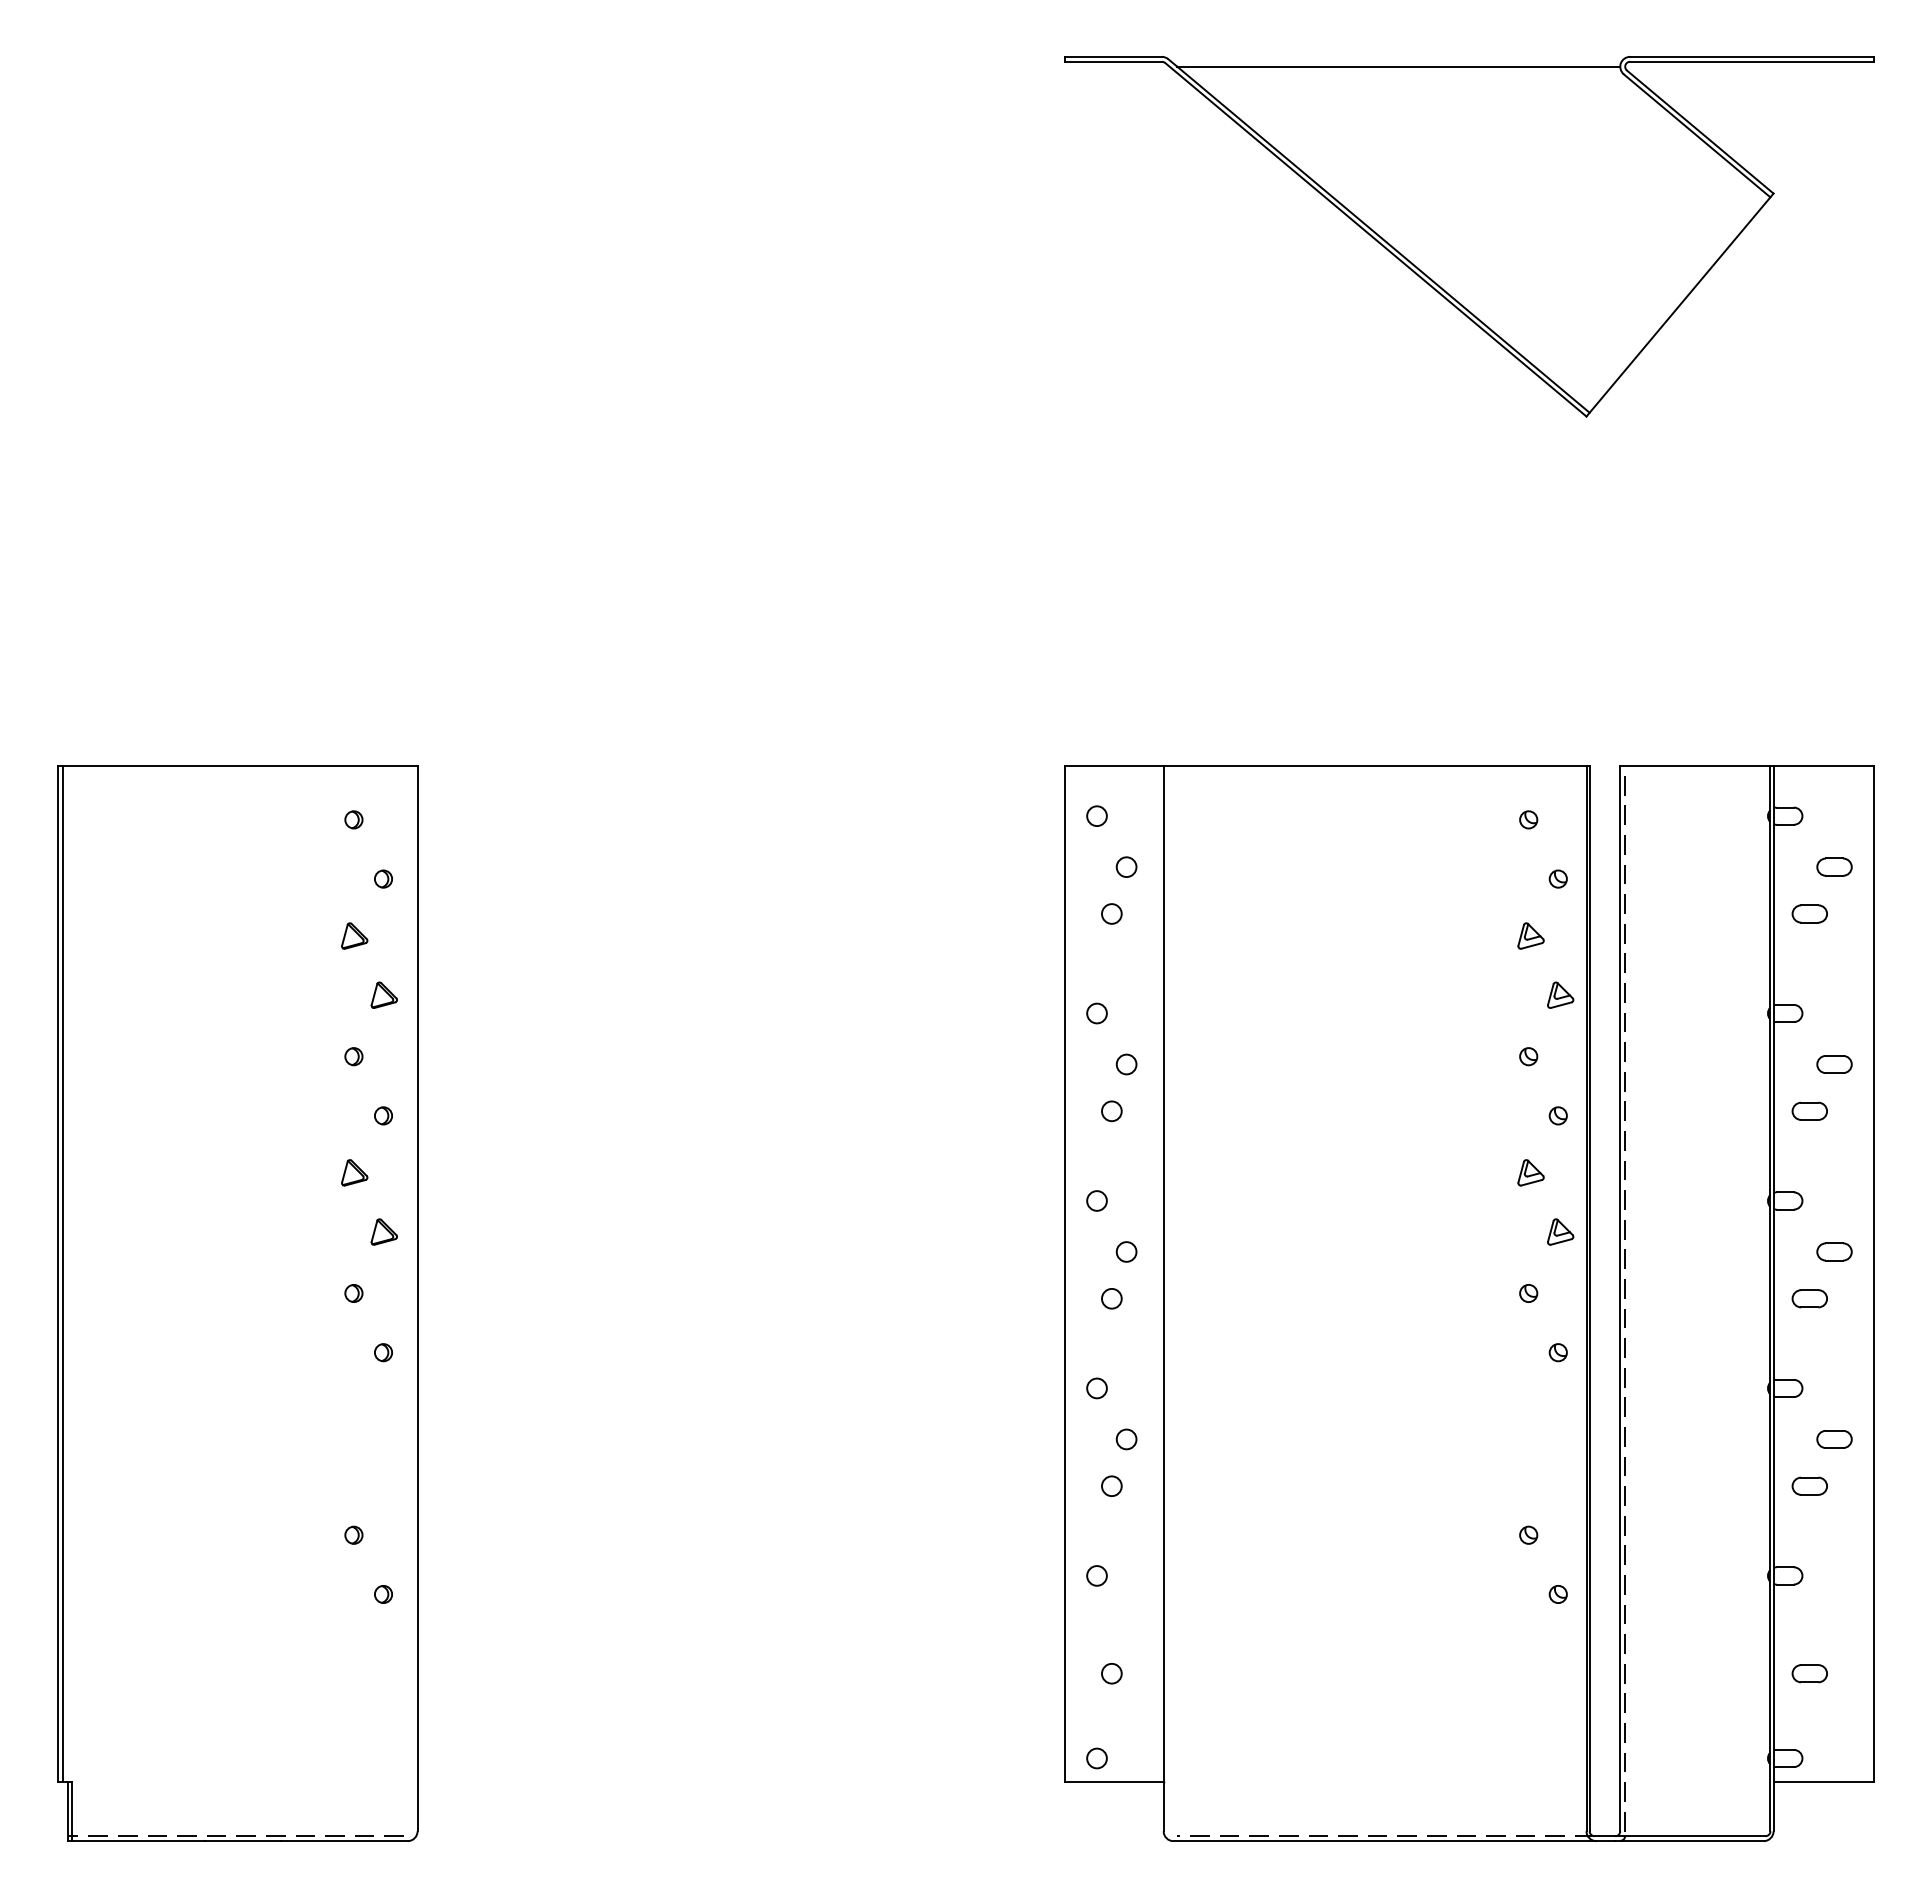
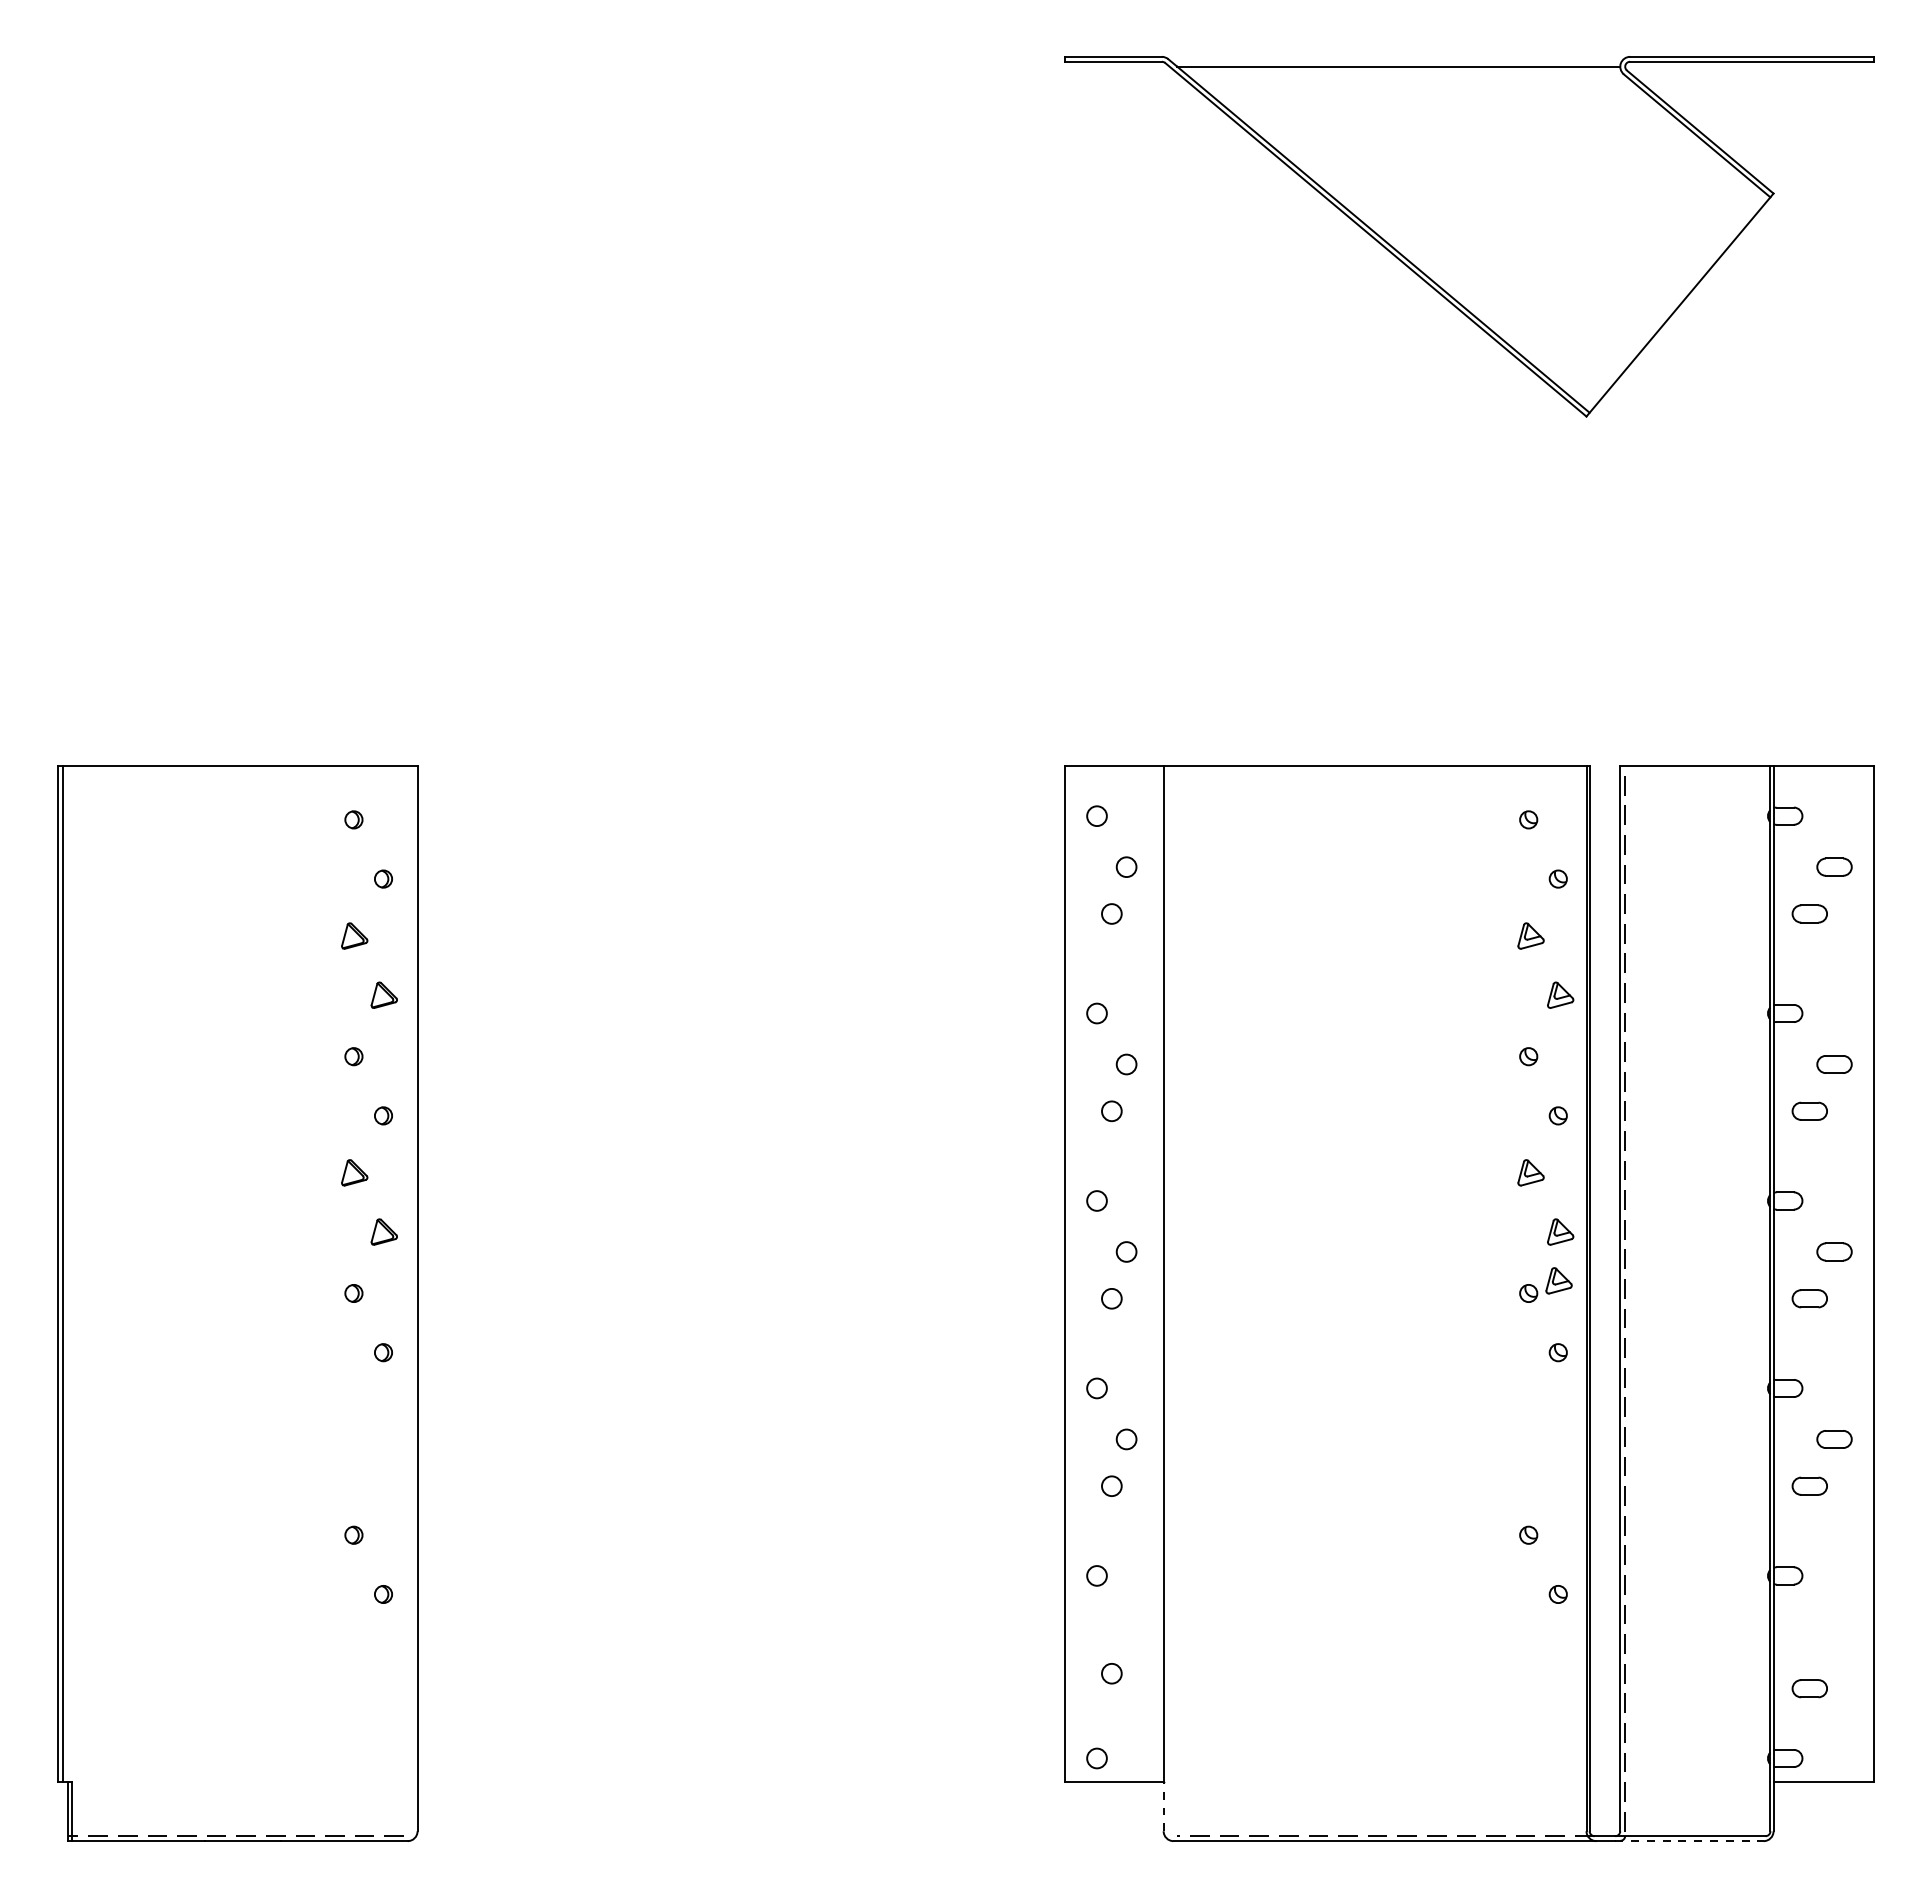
part at (1558, 1280): none -> present
part at (1809, 1673) position: (1809, 1673) -> (1809, 1688)
line at (1163, 1806): solid -> dashed
line at (1690, 1841): solid -> dashed
